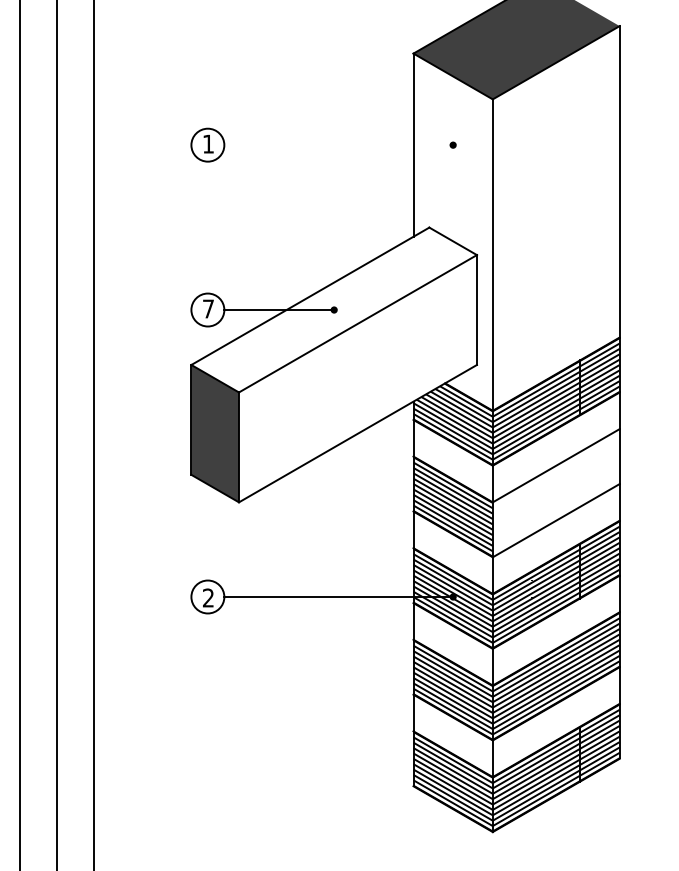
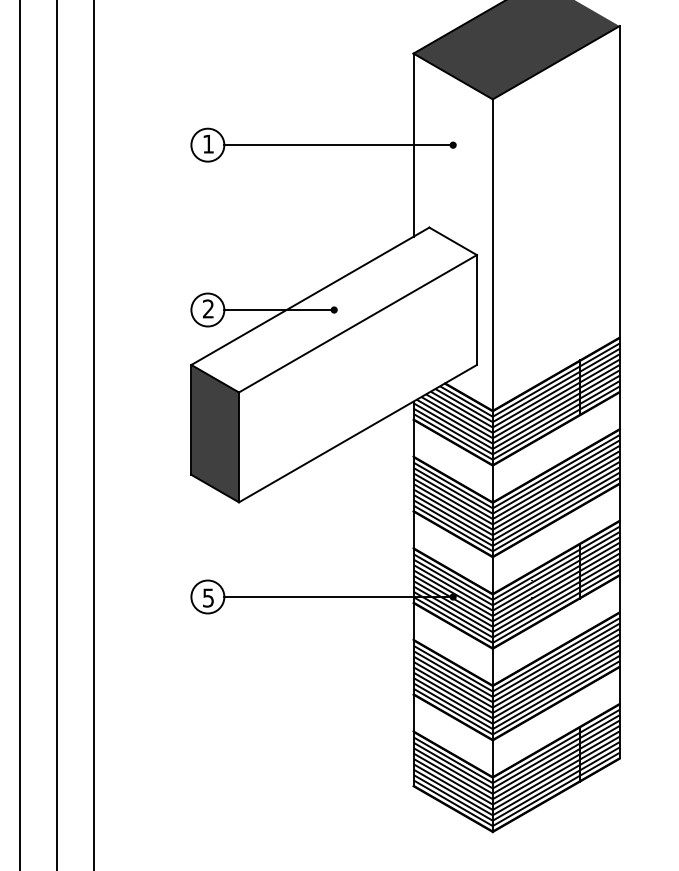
line at (337, 145): none -> present
text at (208, 308): 7 -> 2
hatch at (555, 492): none -> present
text at (208, 597): 2 -> 5
